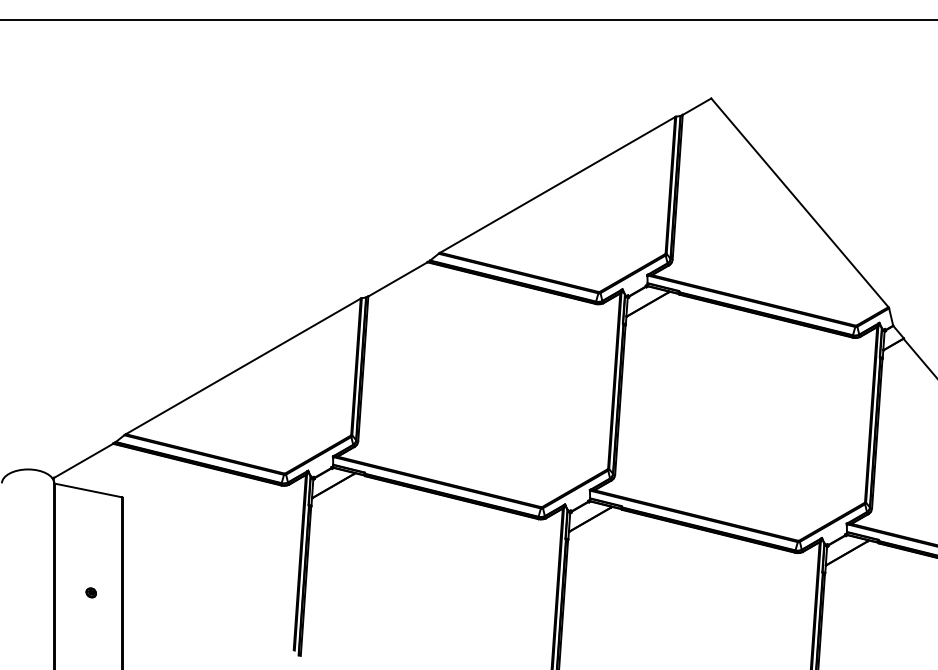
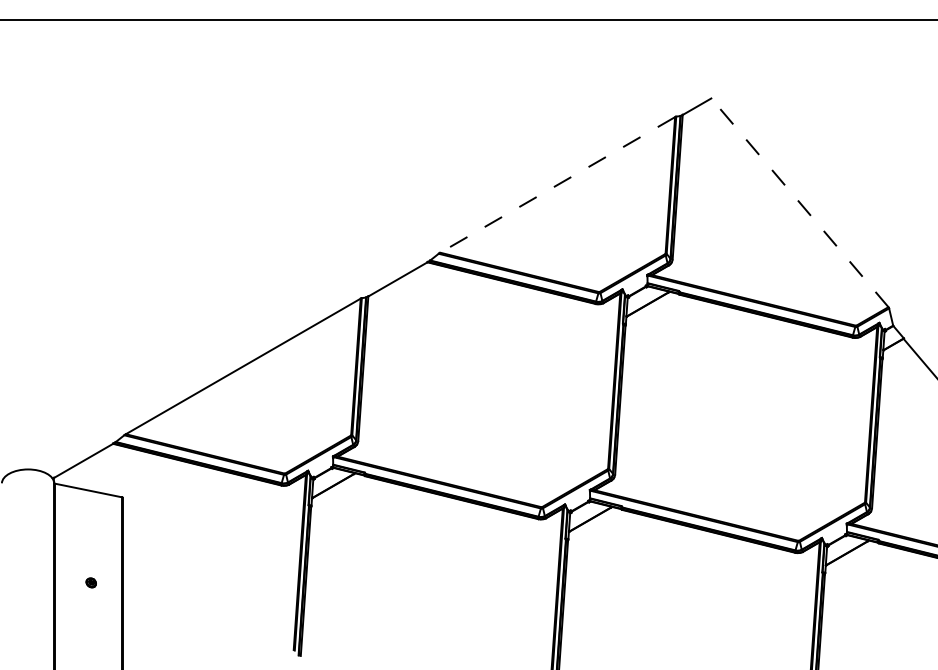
line at (557, 184): solid -> dashed
line at (799, 202): solid -> dashed
part at (90, 592) position: (90, 592) -> (90, 582)
